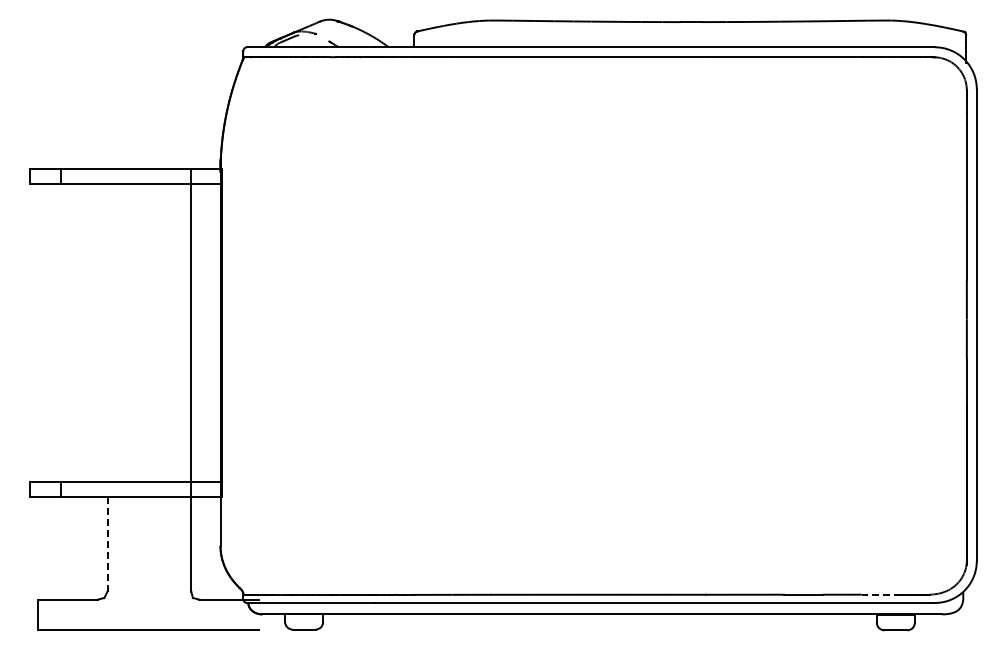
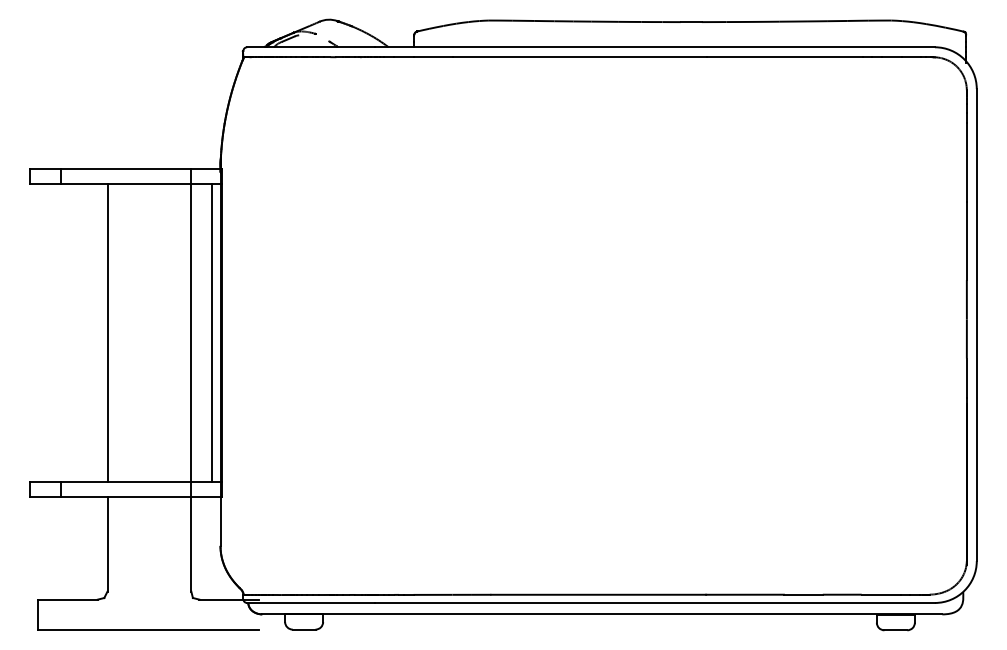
line at (107, 332): none -> present
line at (212, 332): none -> present
line at (107, 544): dashed -> solid
line at (880, 594): dashed -> solid
